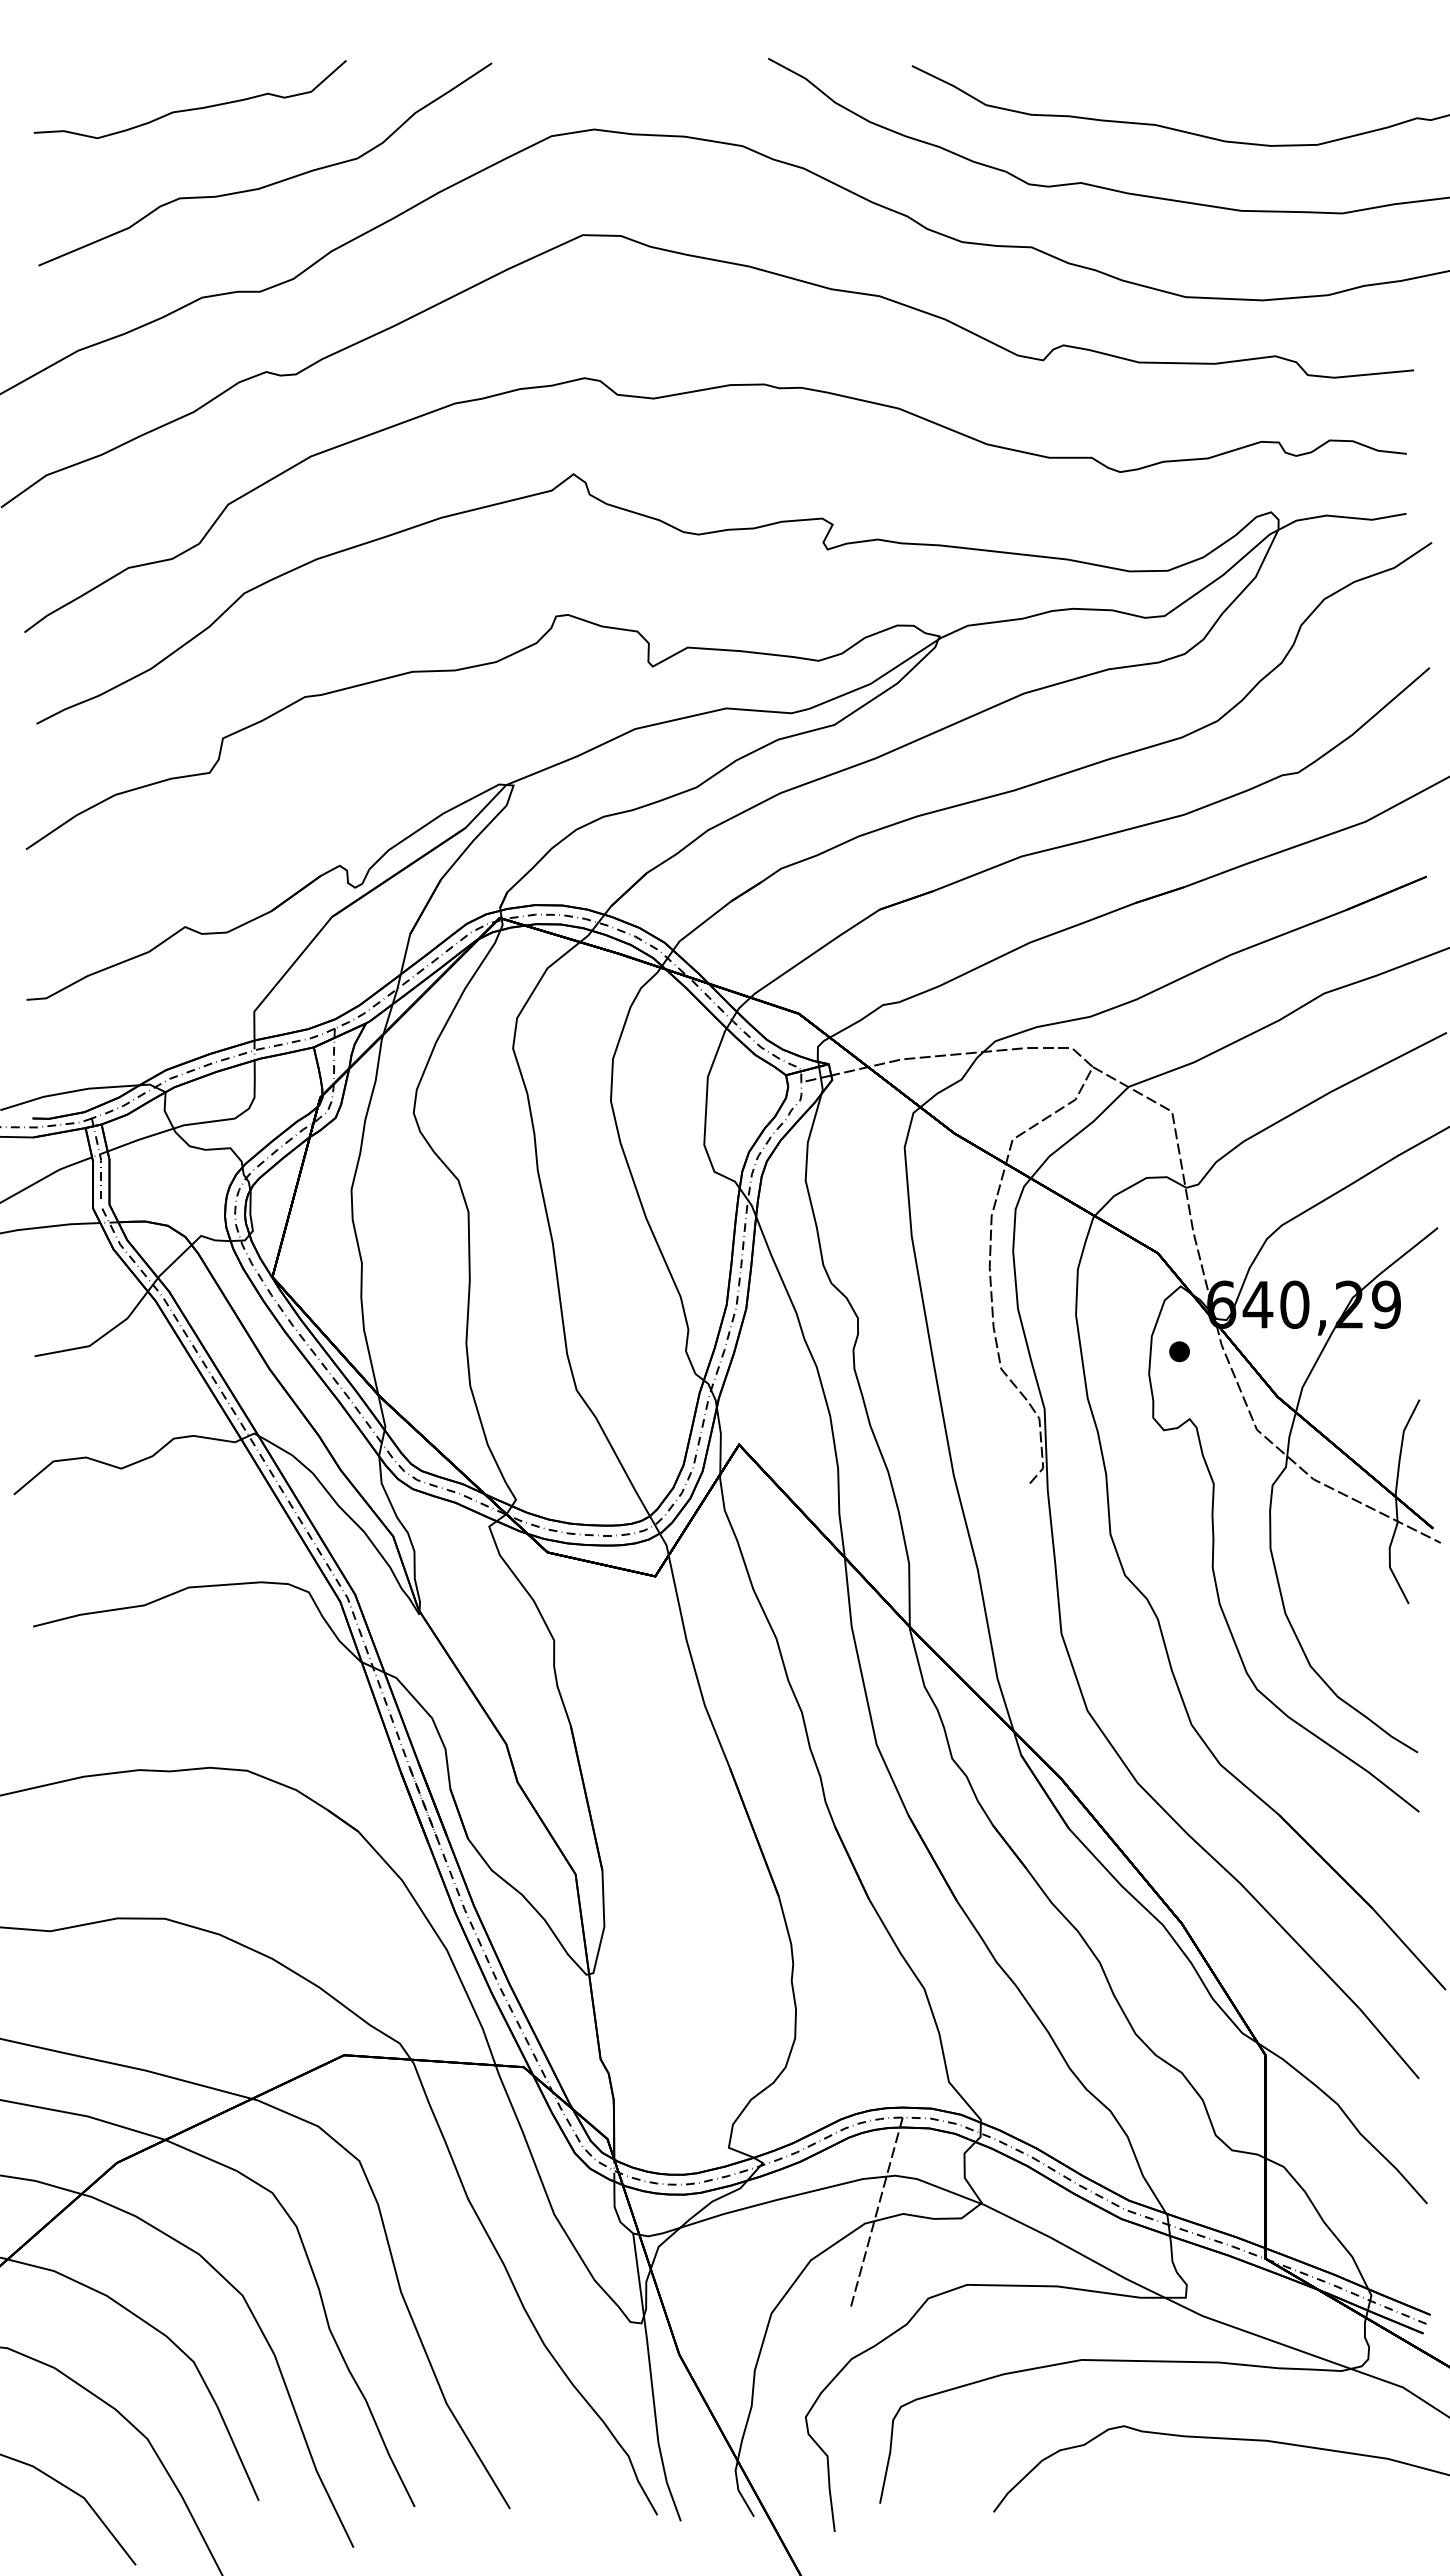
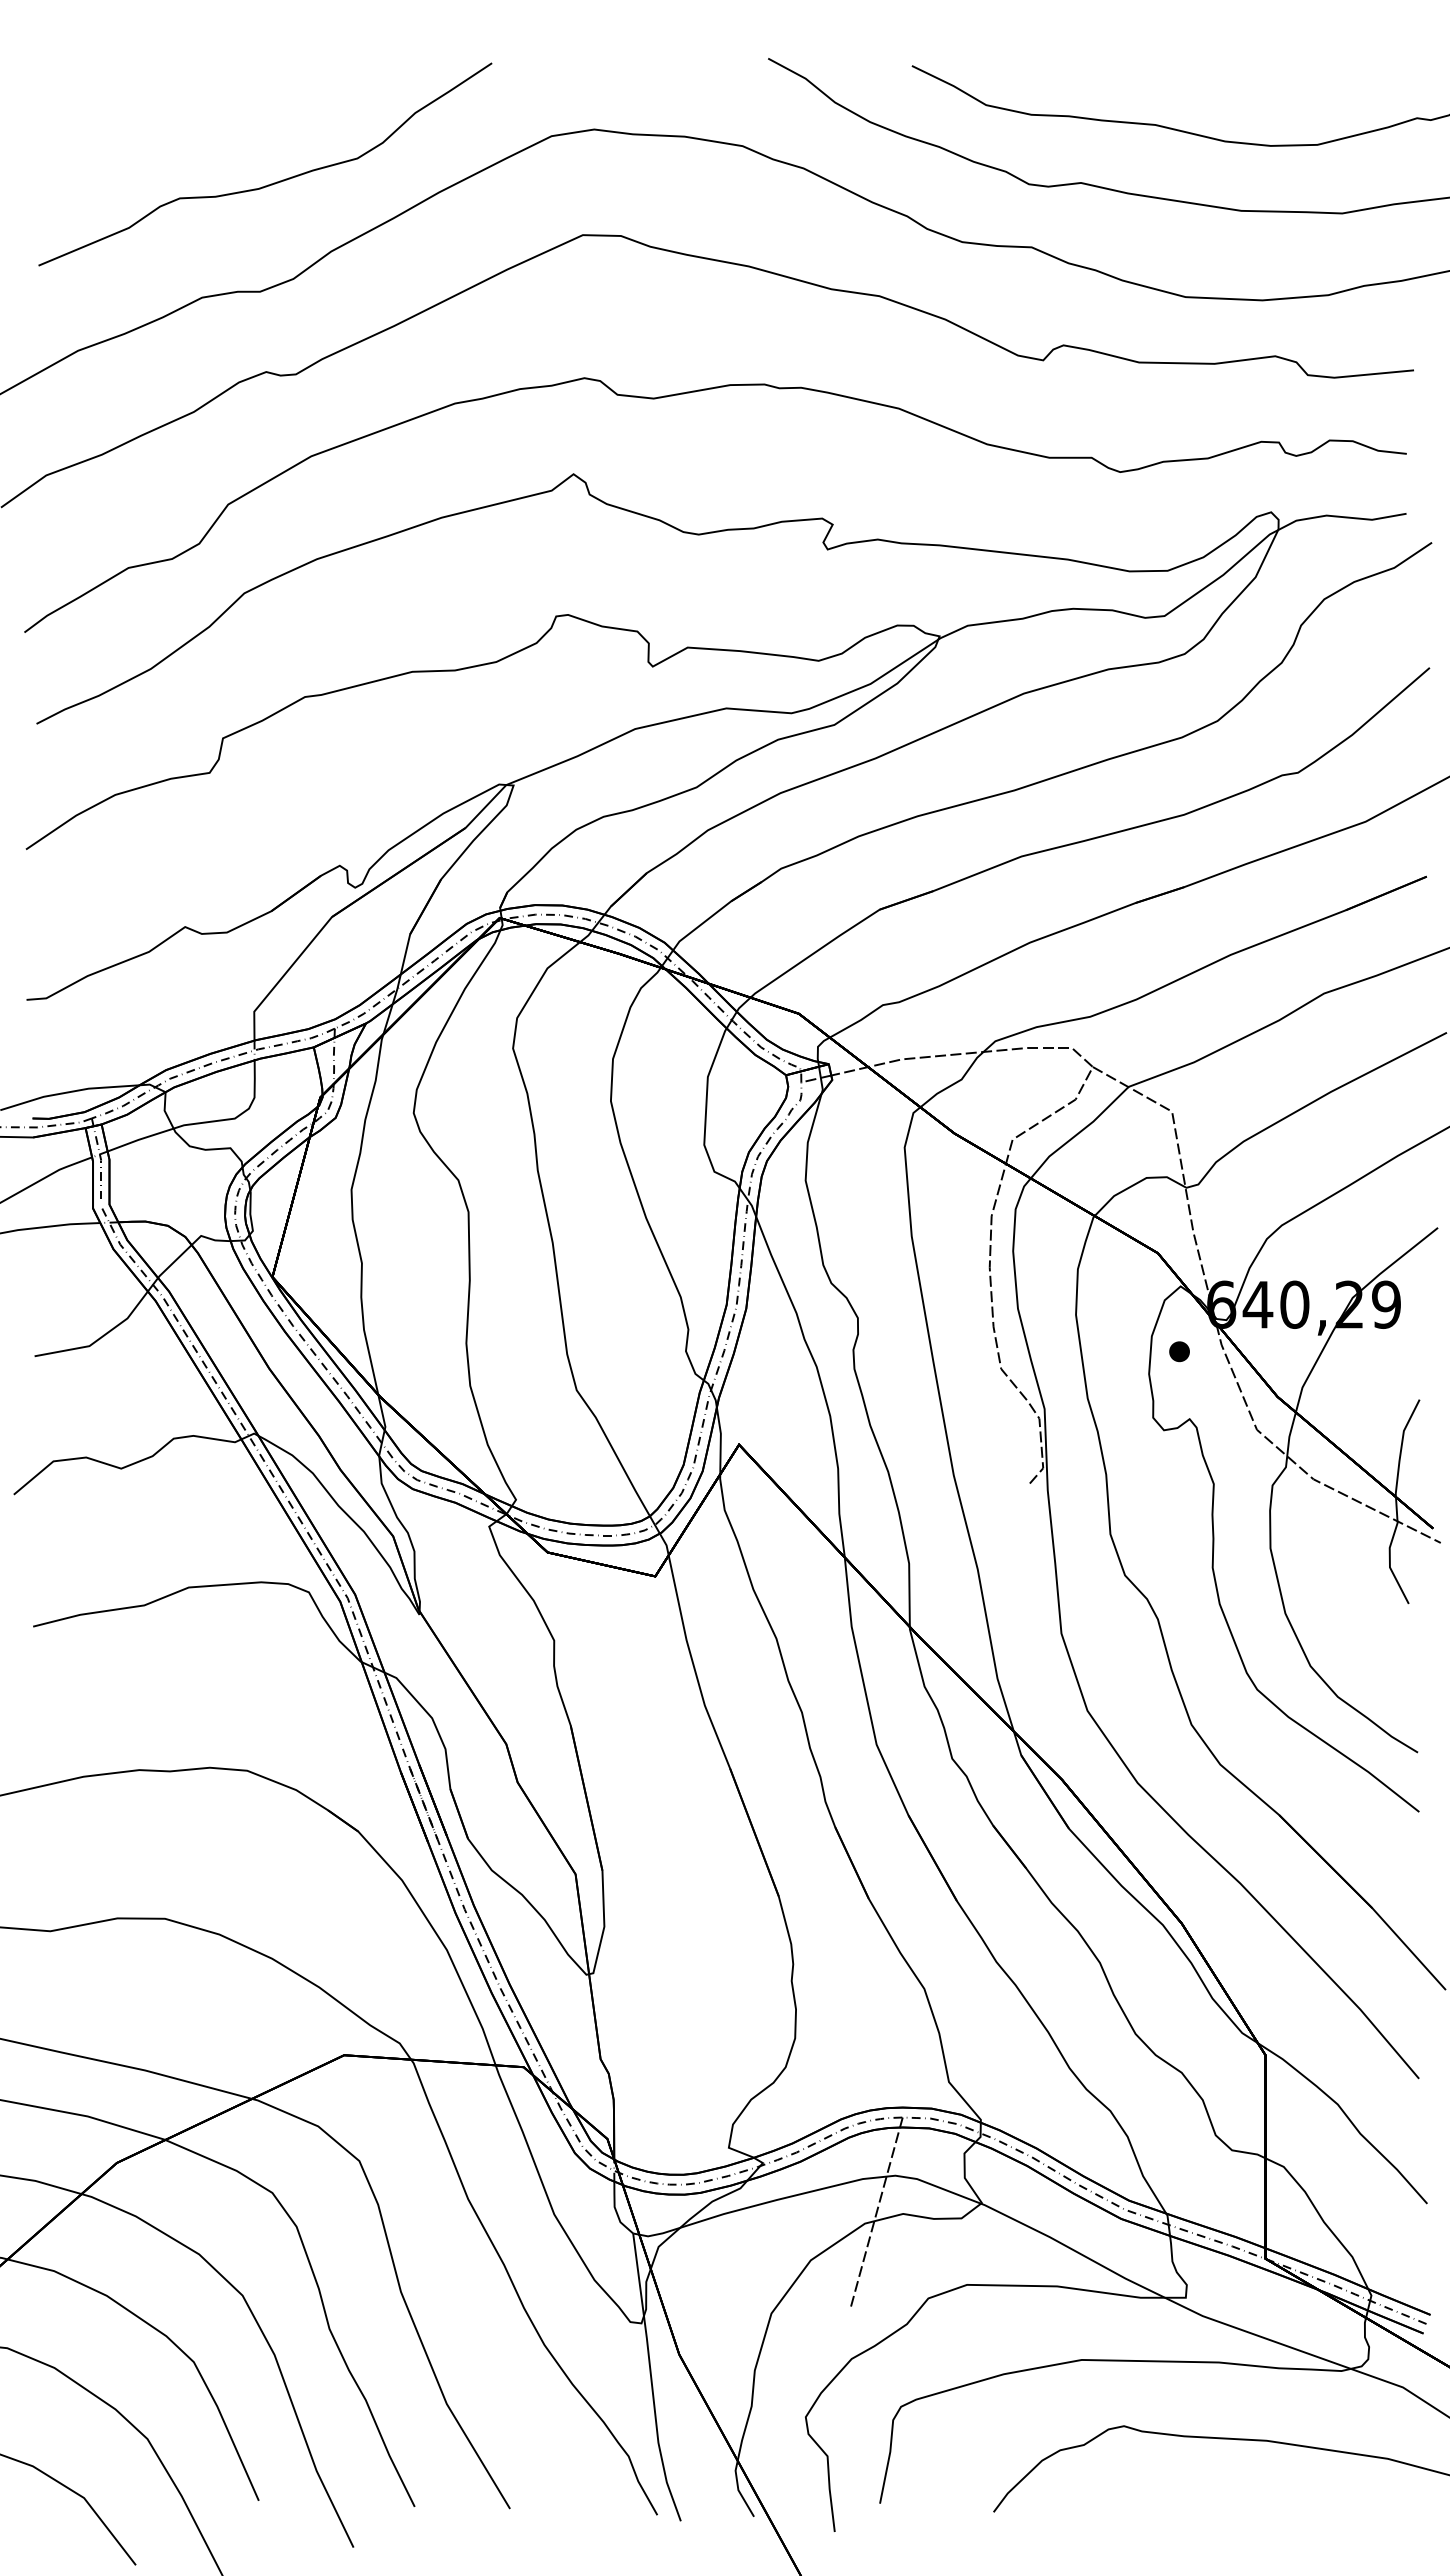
curve at (190, 108): present -> none
